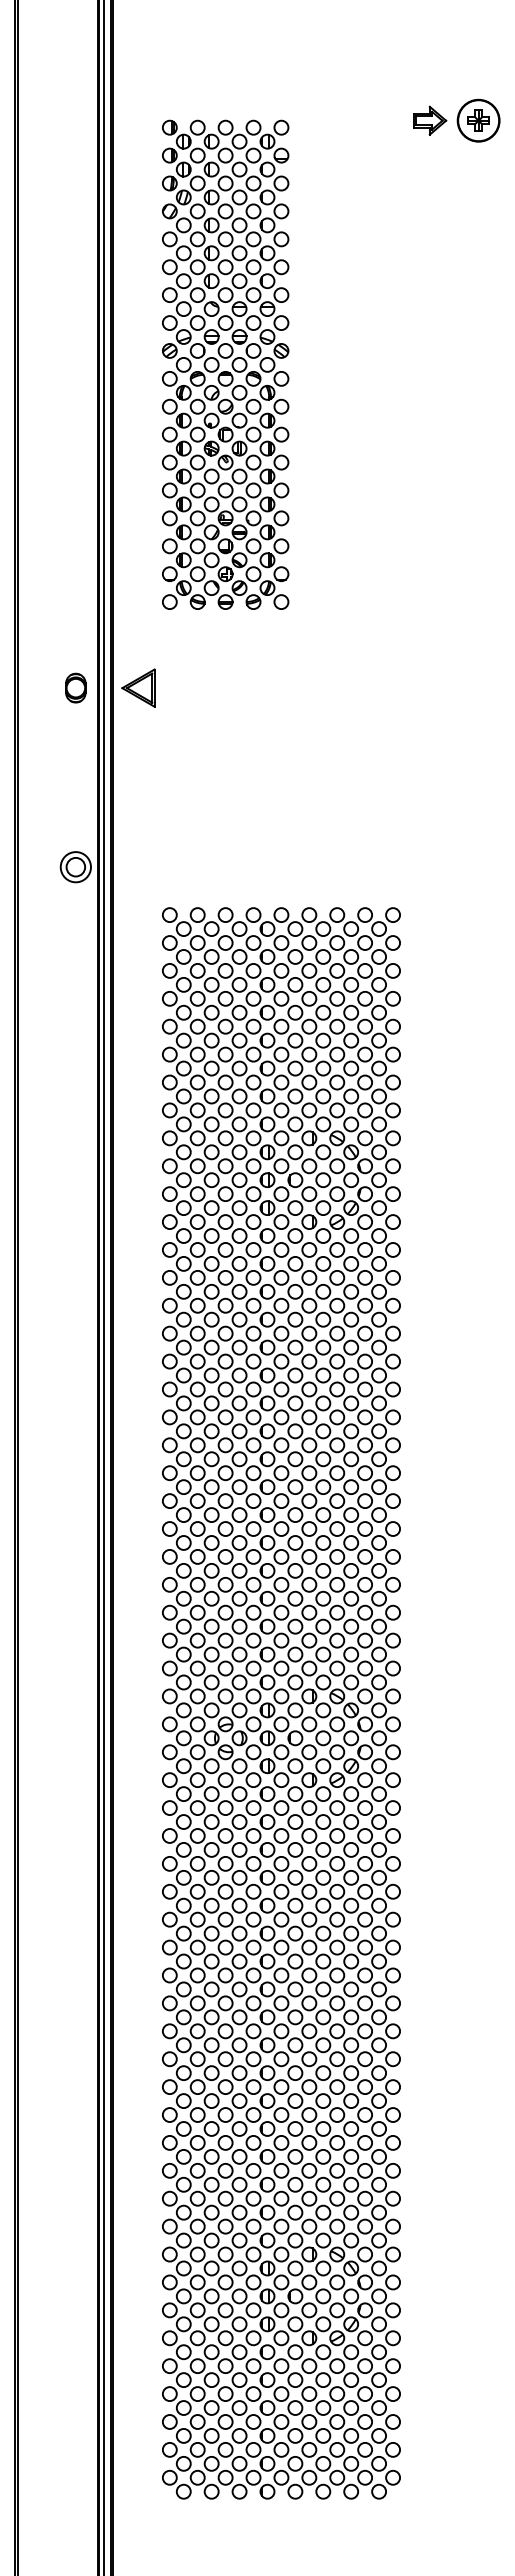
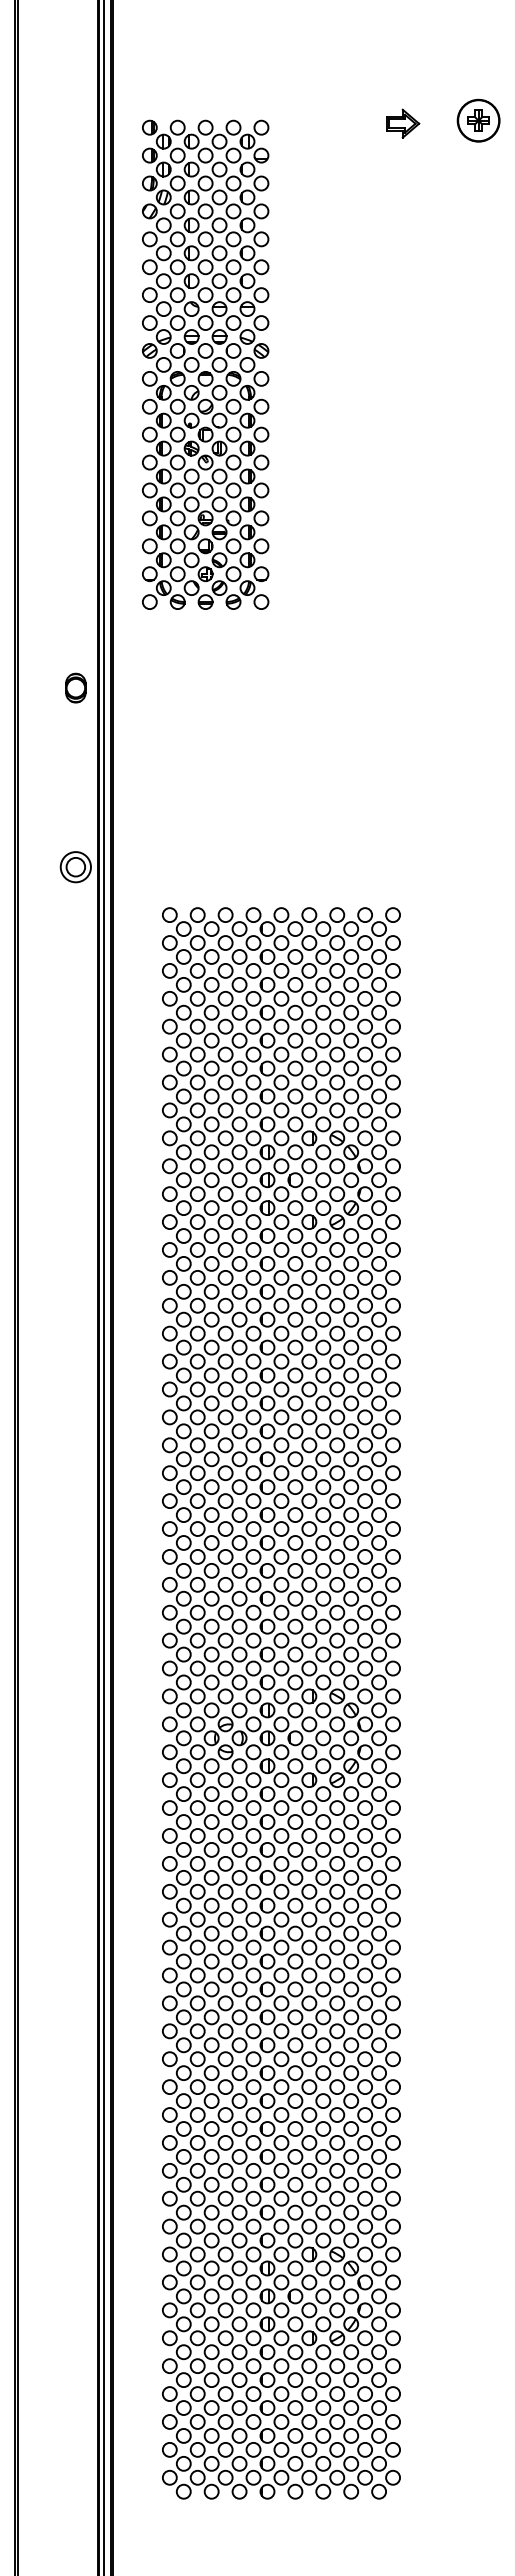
part at (430, 120) position: (430, 120) -> (403, 123)
part at (225, 364) position: (225, 364) -> (205, 364)
part at (138, 687): present -> none
